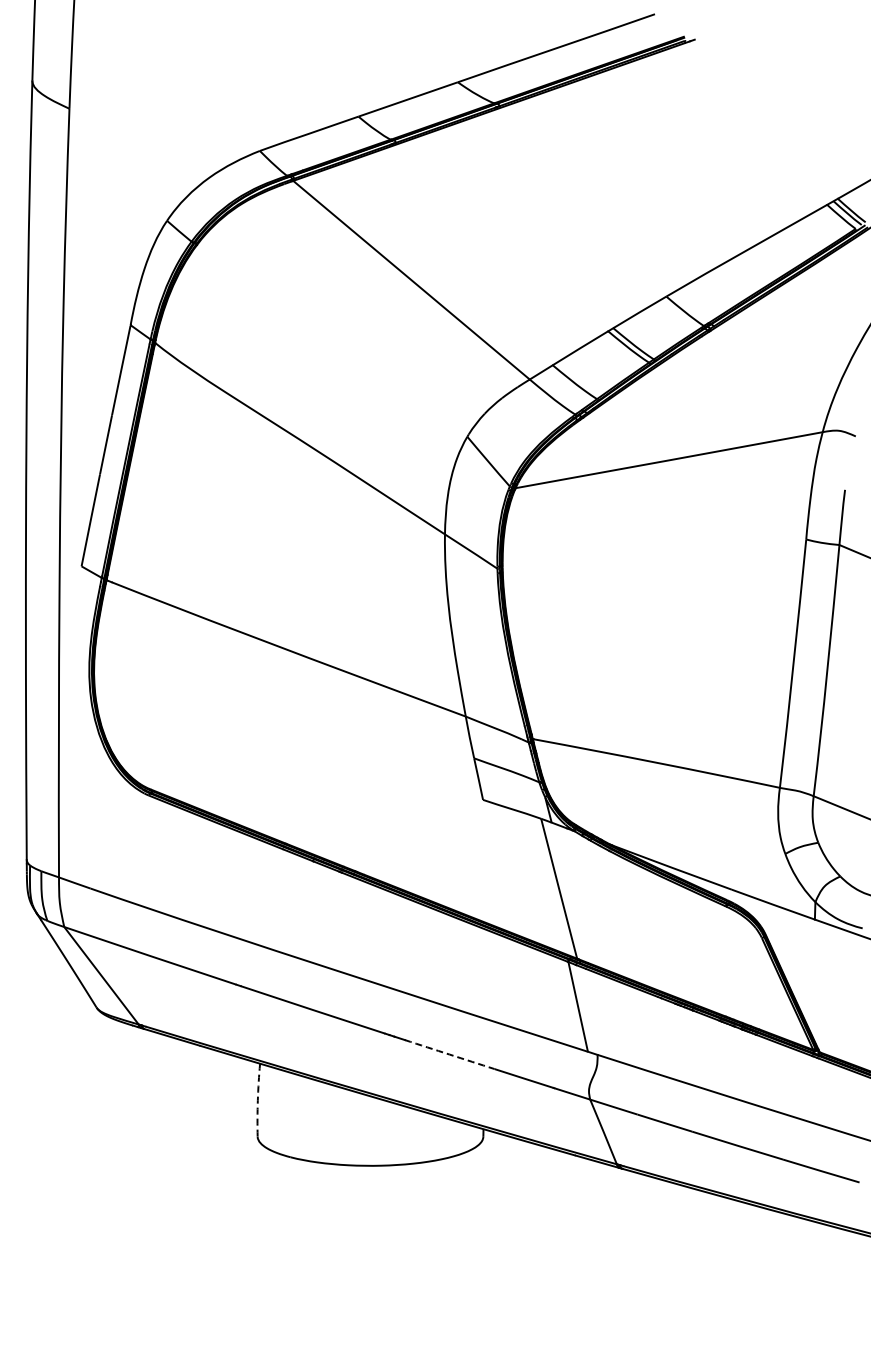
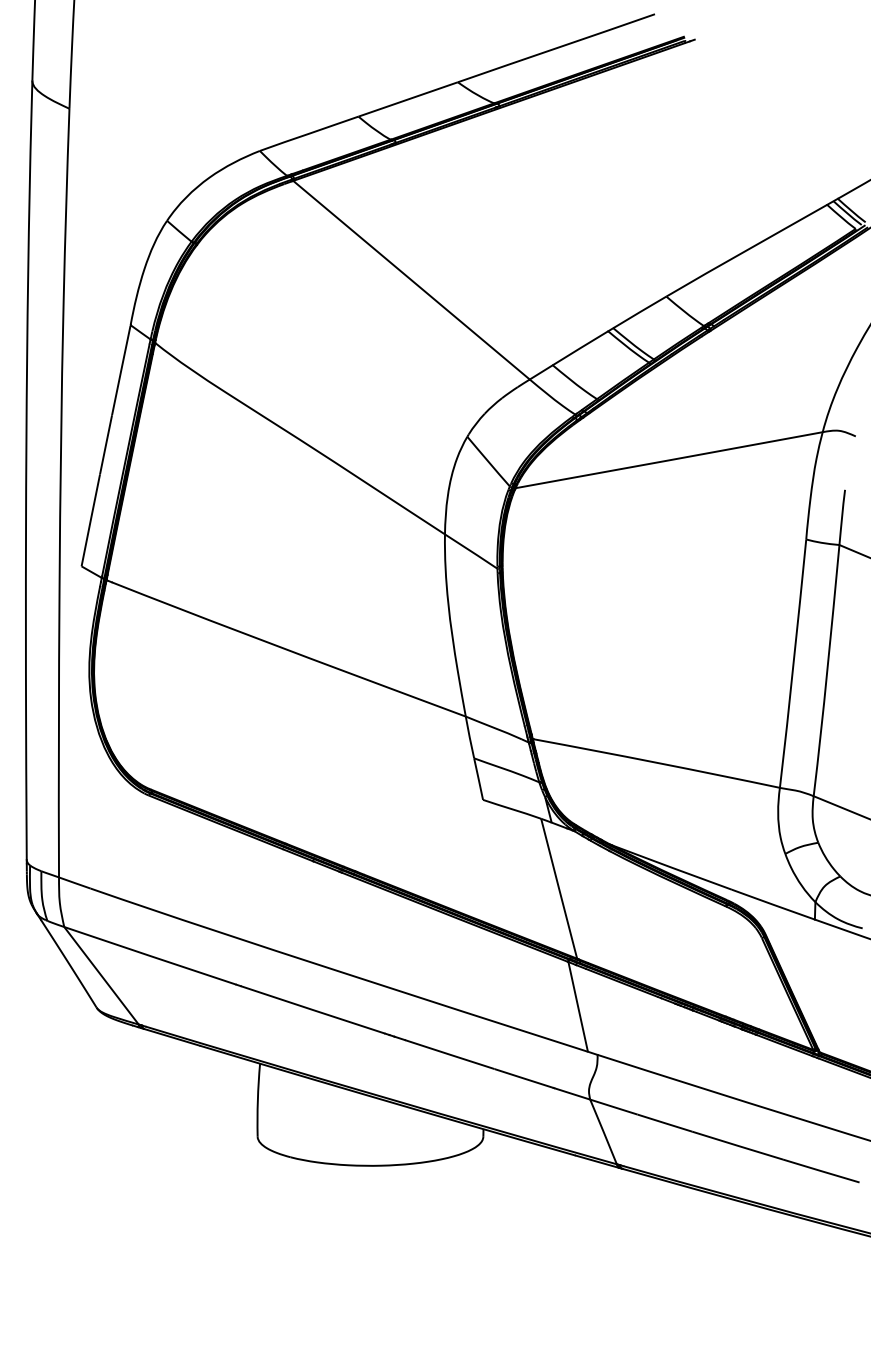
arc at (449, 1054): dashed -> solid
arc at (257, 1100): dashed -> solid
